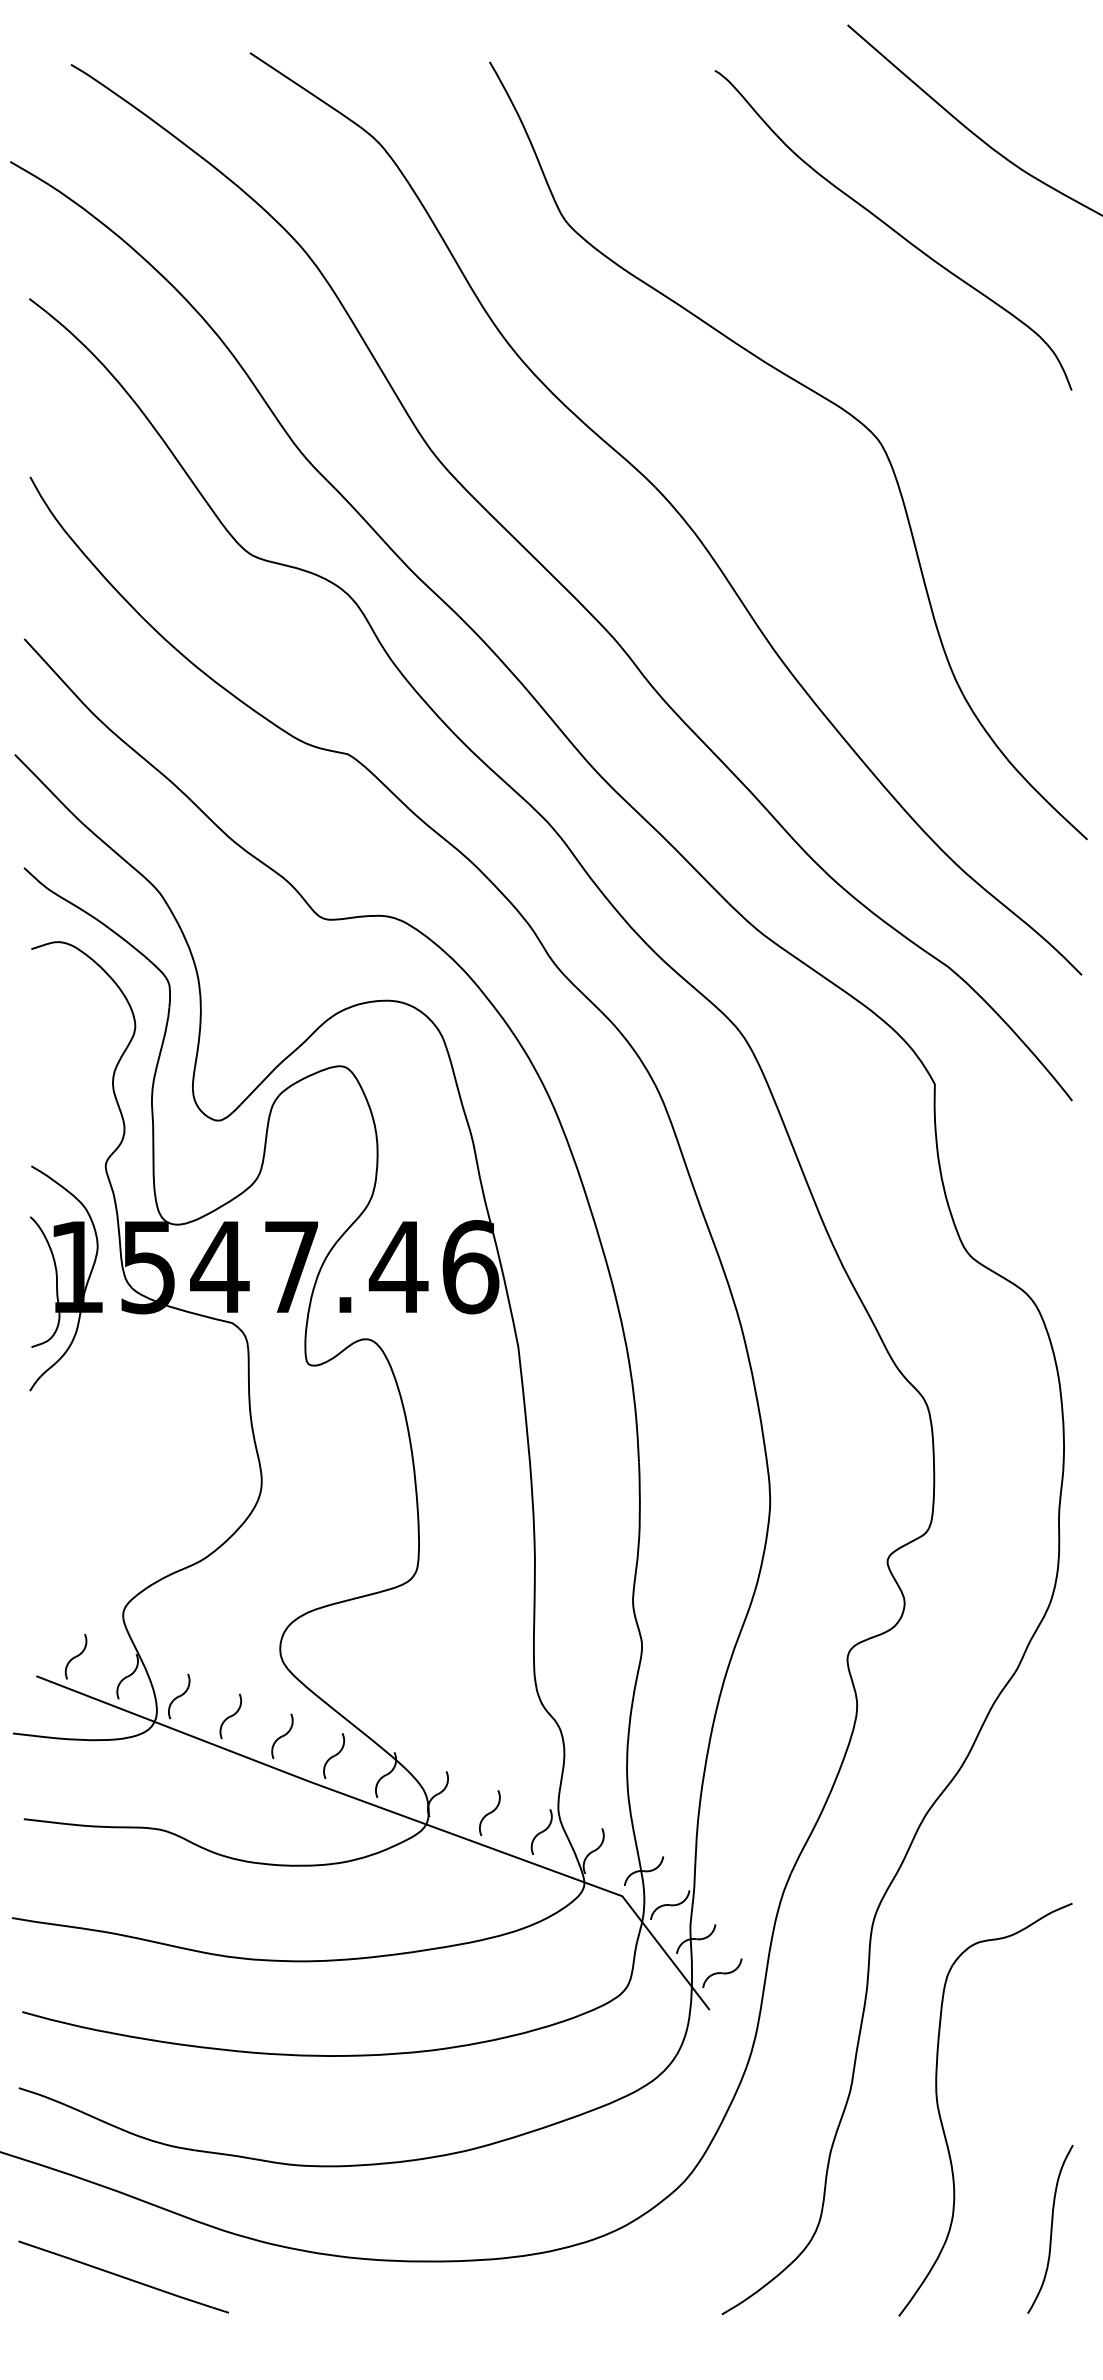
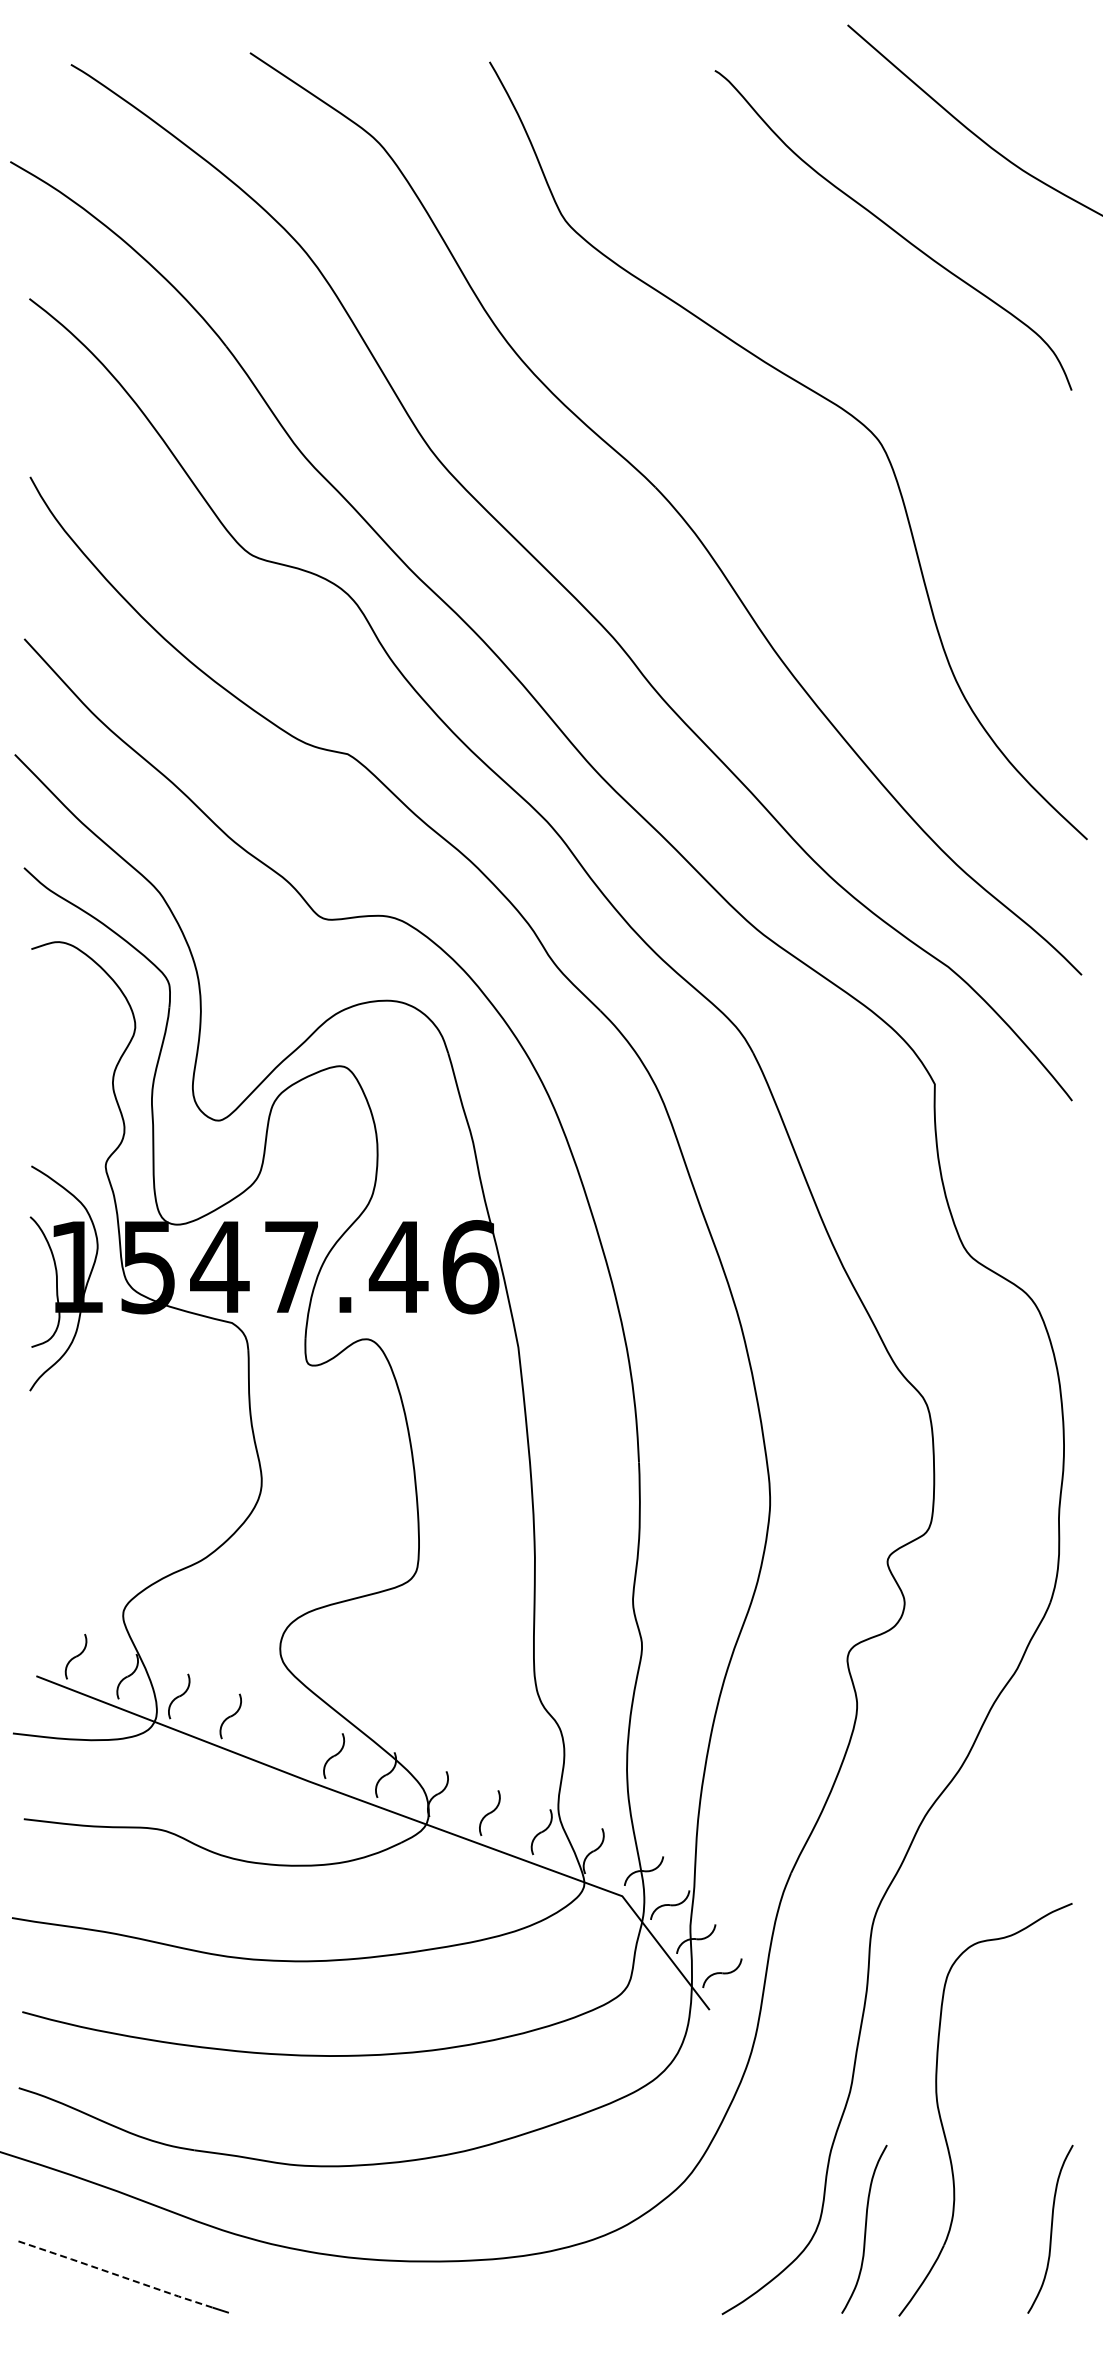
part at (282, 1735): present -> none
curve at (864, 2228): none -> present
line at (115, 2274): solid -> dashed
